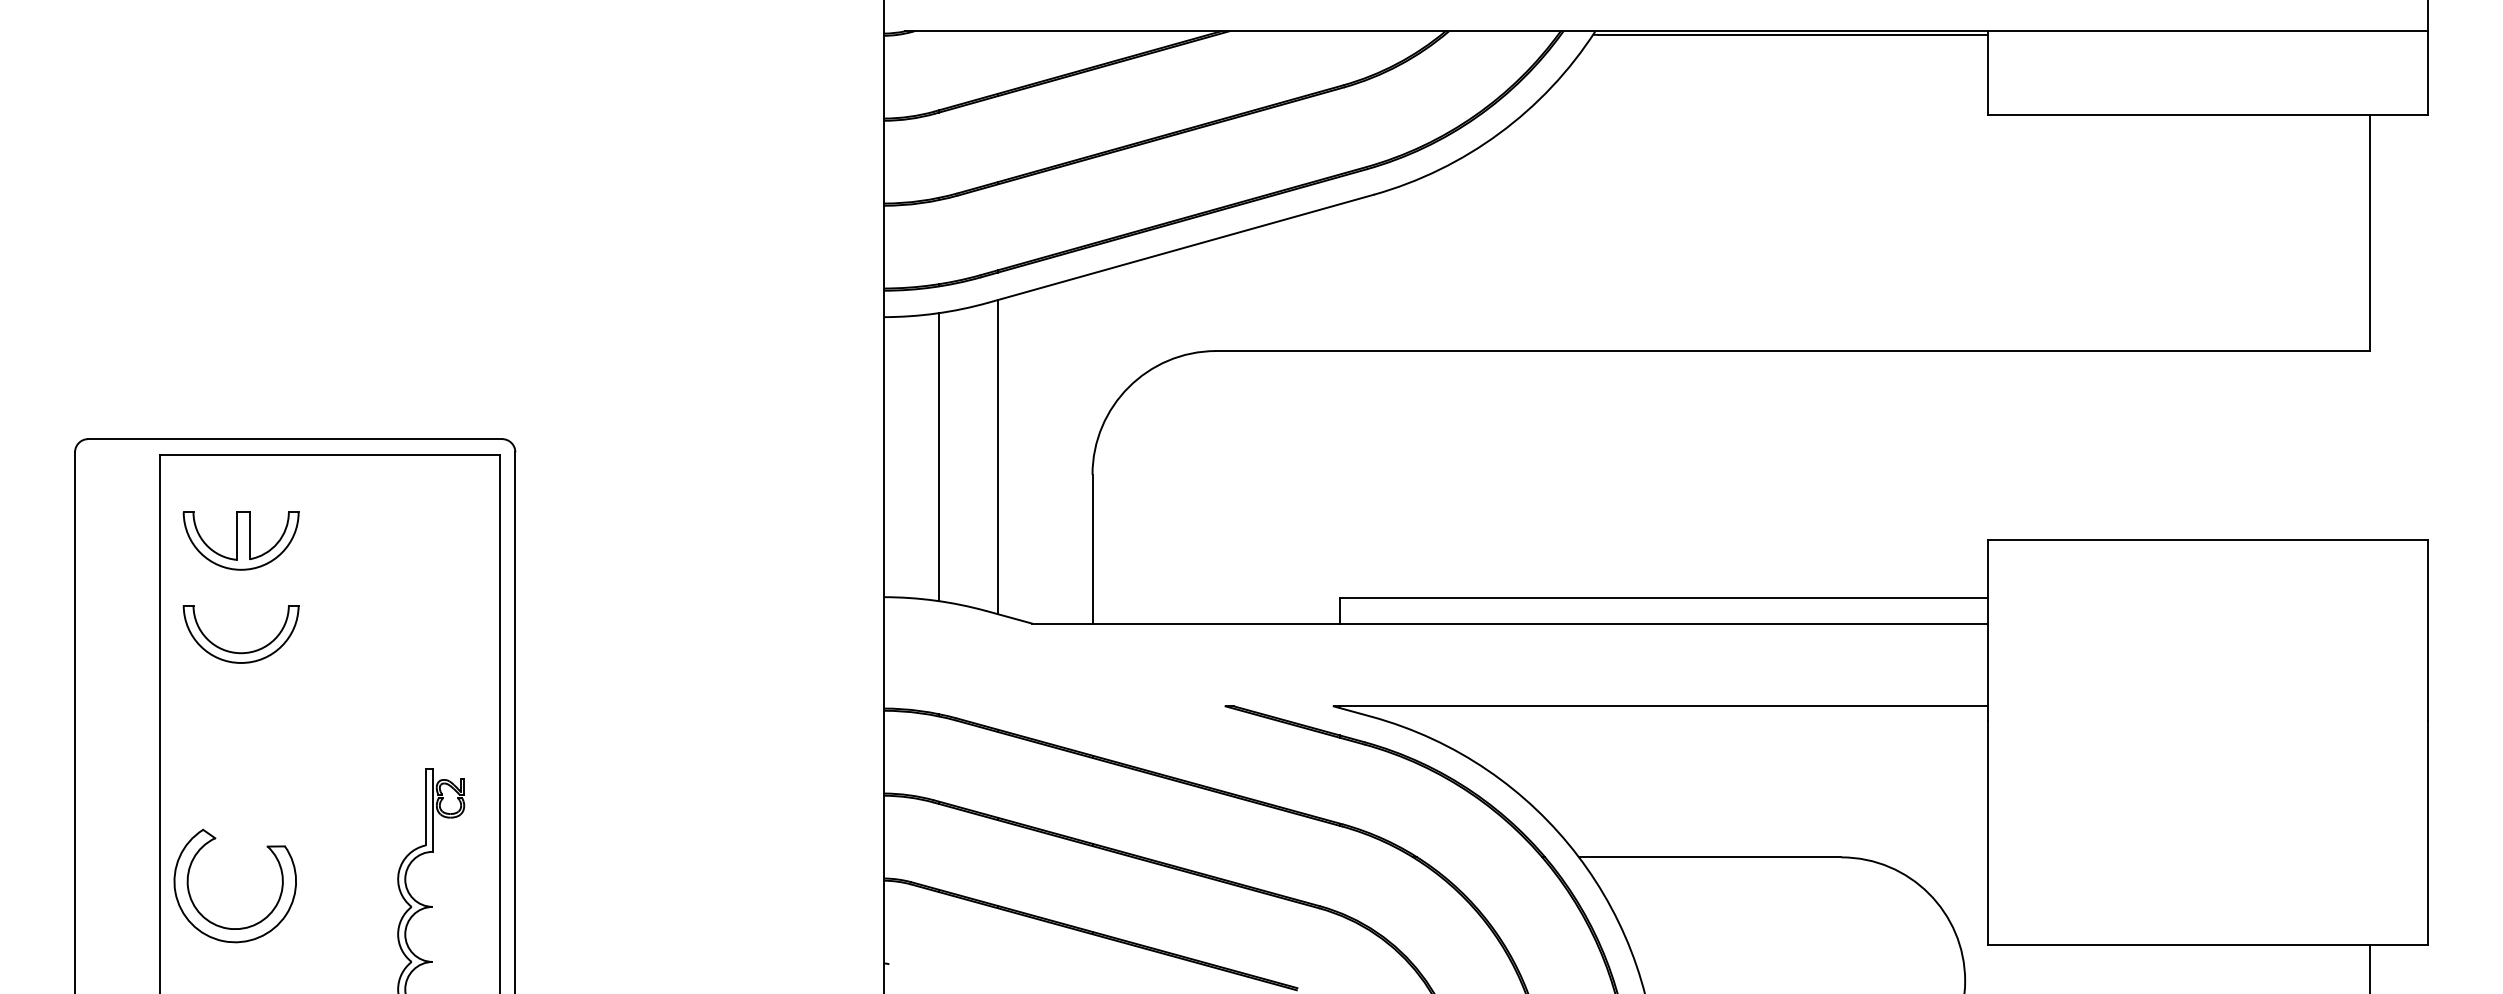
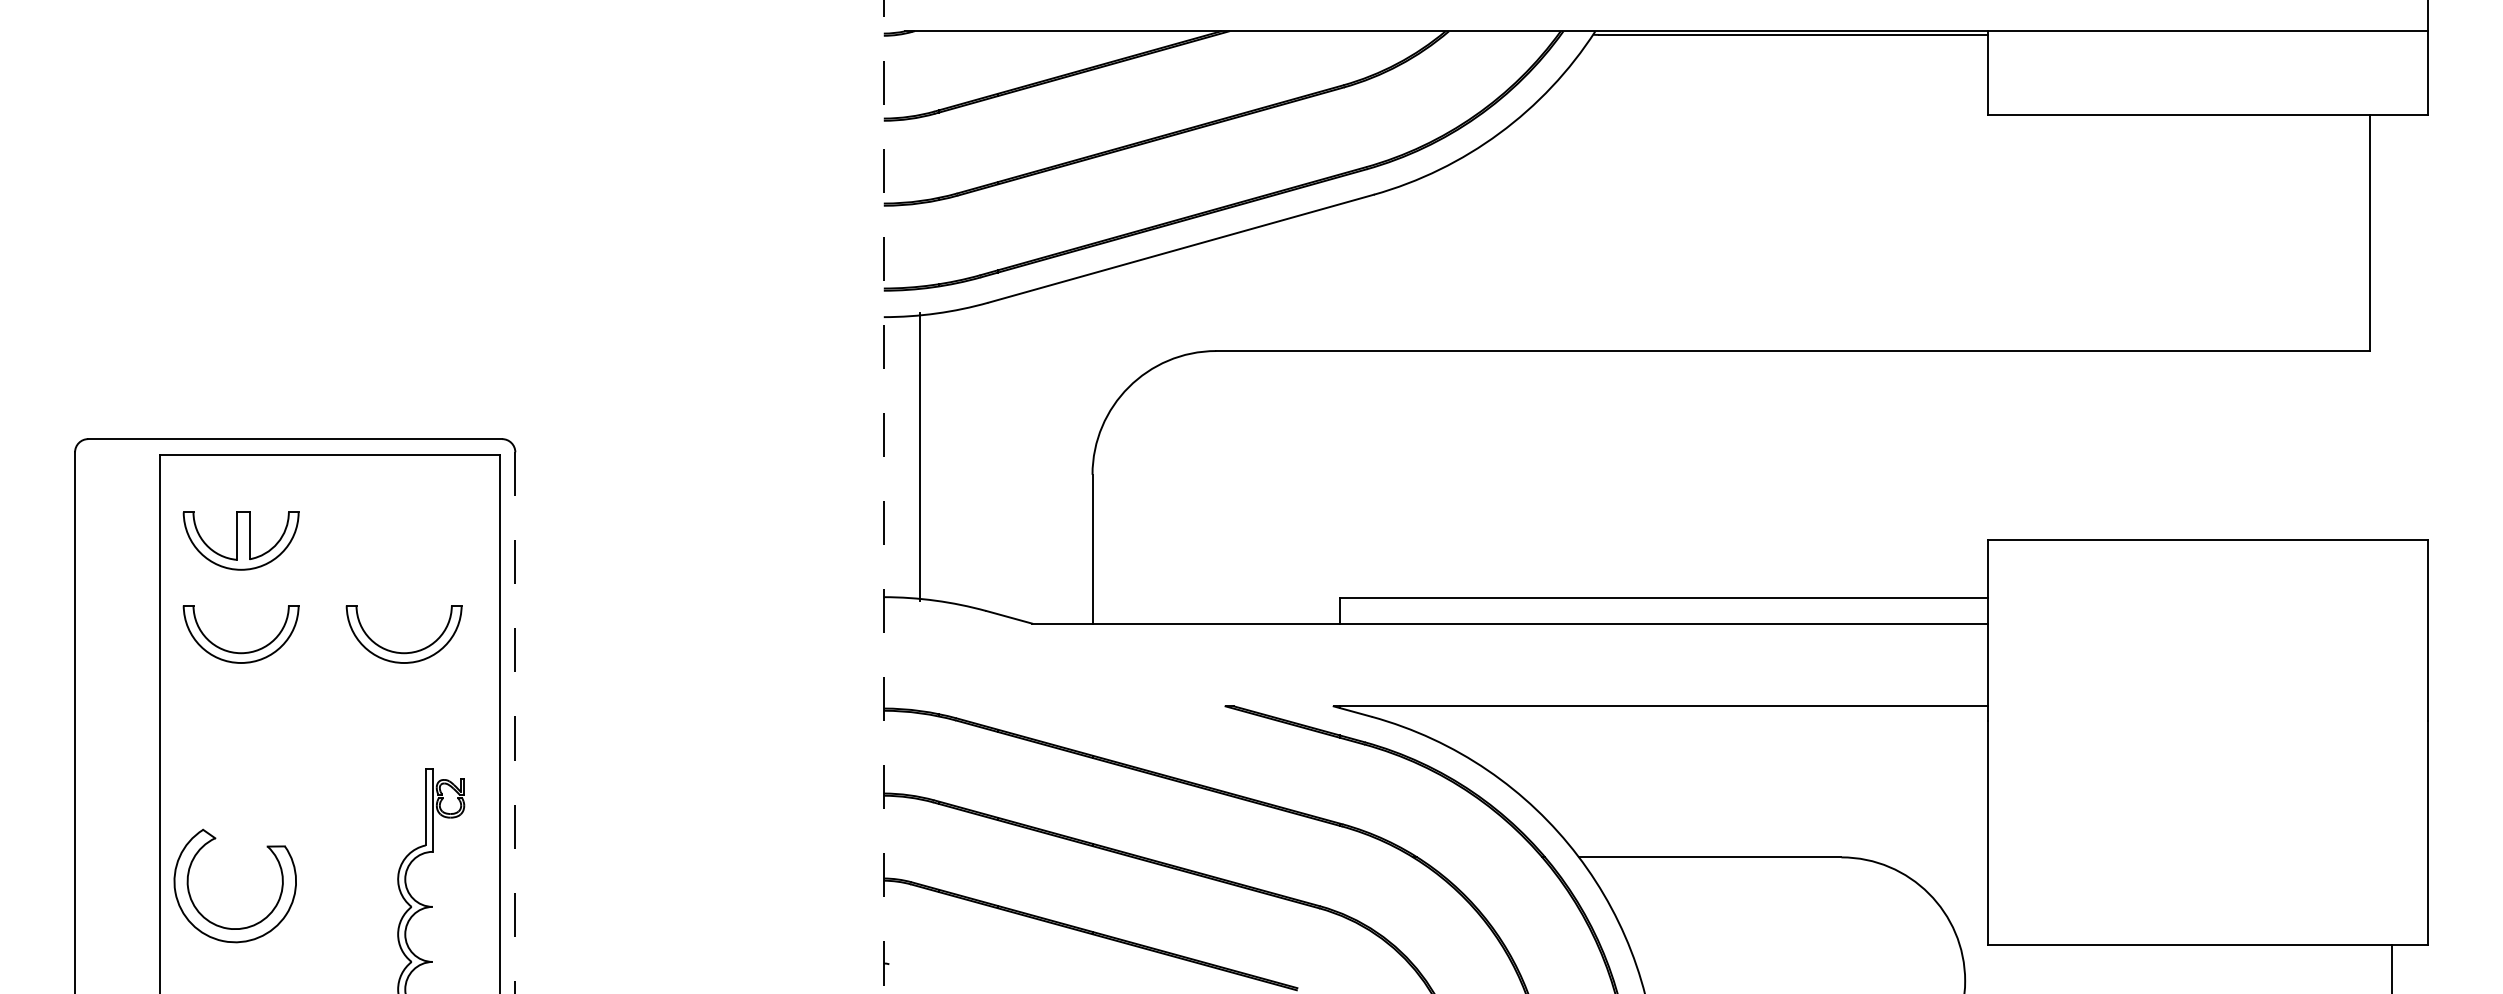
line at (938, 457) position: (938, 457) -> (919, 457)
line at (998, 457): present -> none
line at (883, 496): solid -> dashed
part at (403, 652): none -> present
line at (515, 723): solid -> dashed
line at (2369, 967) position: (2369, 967) -> (2391, 967)
